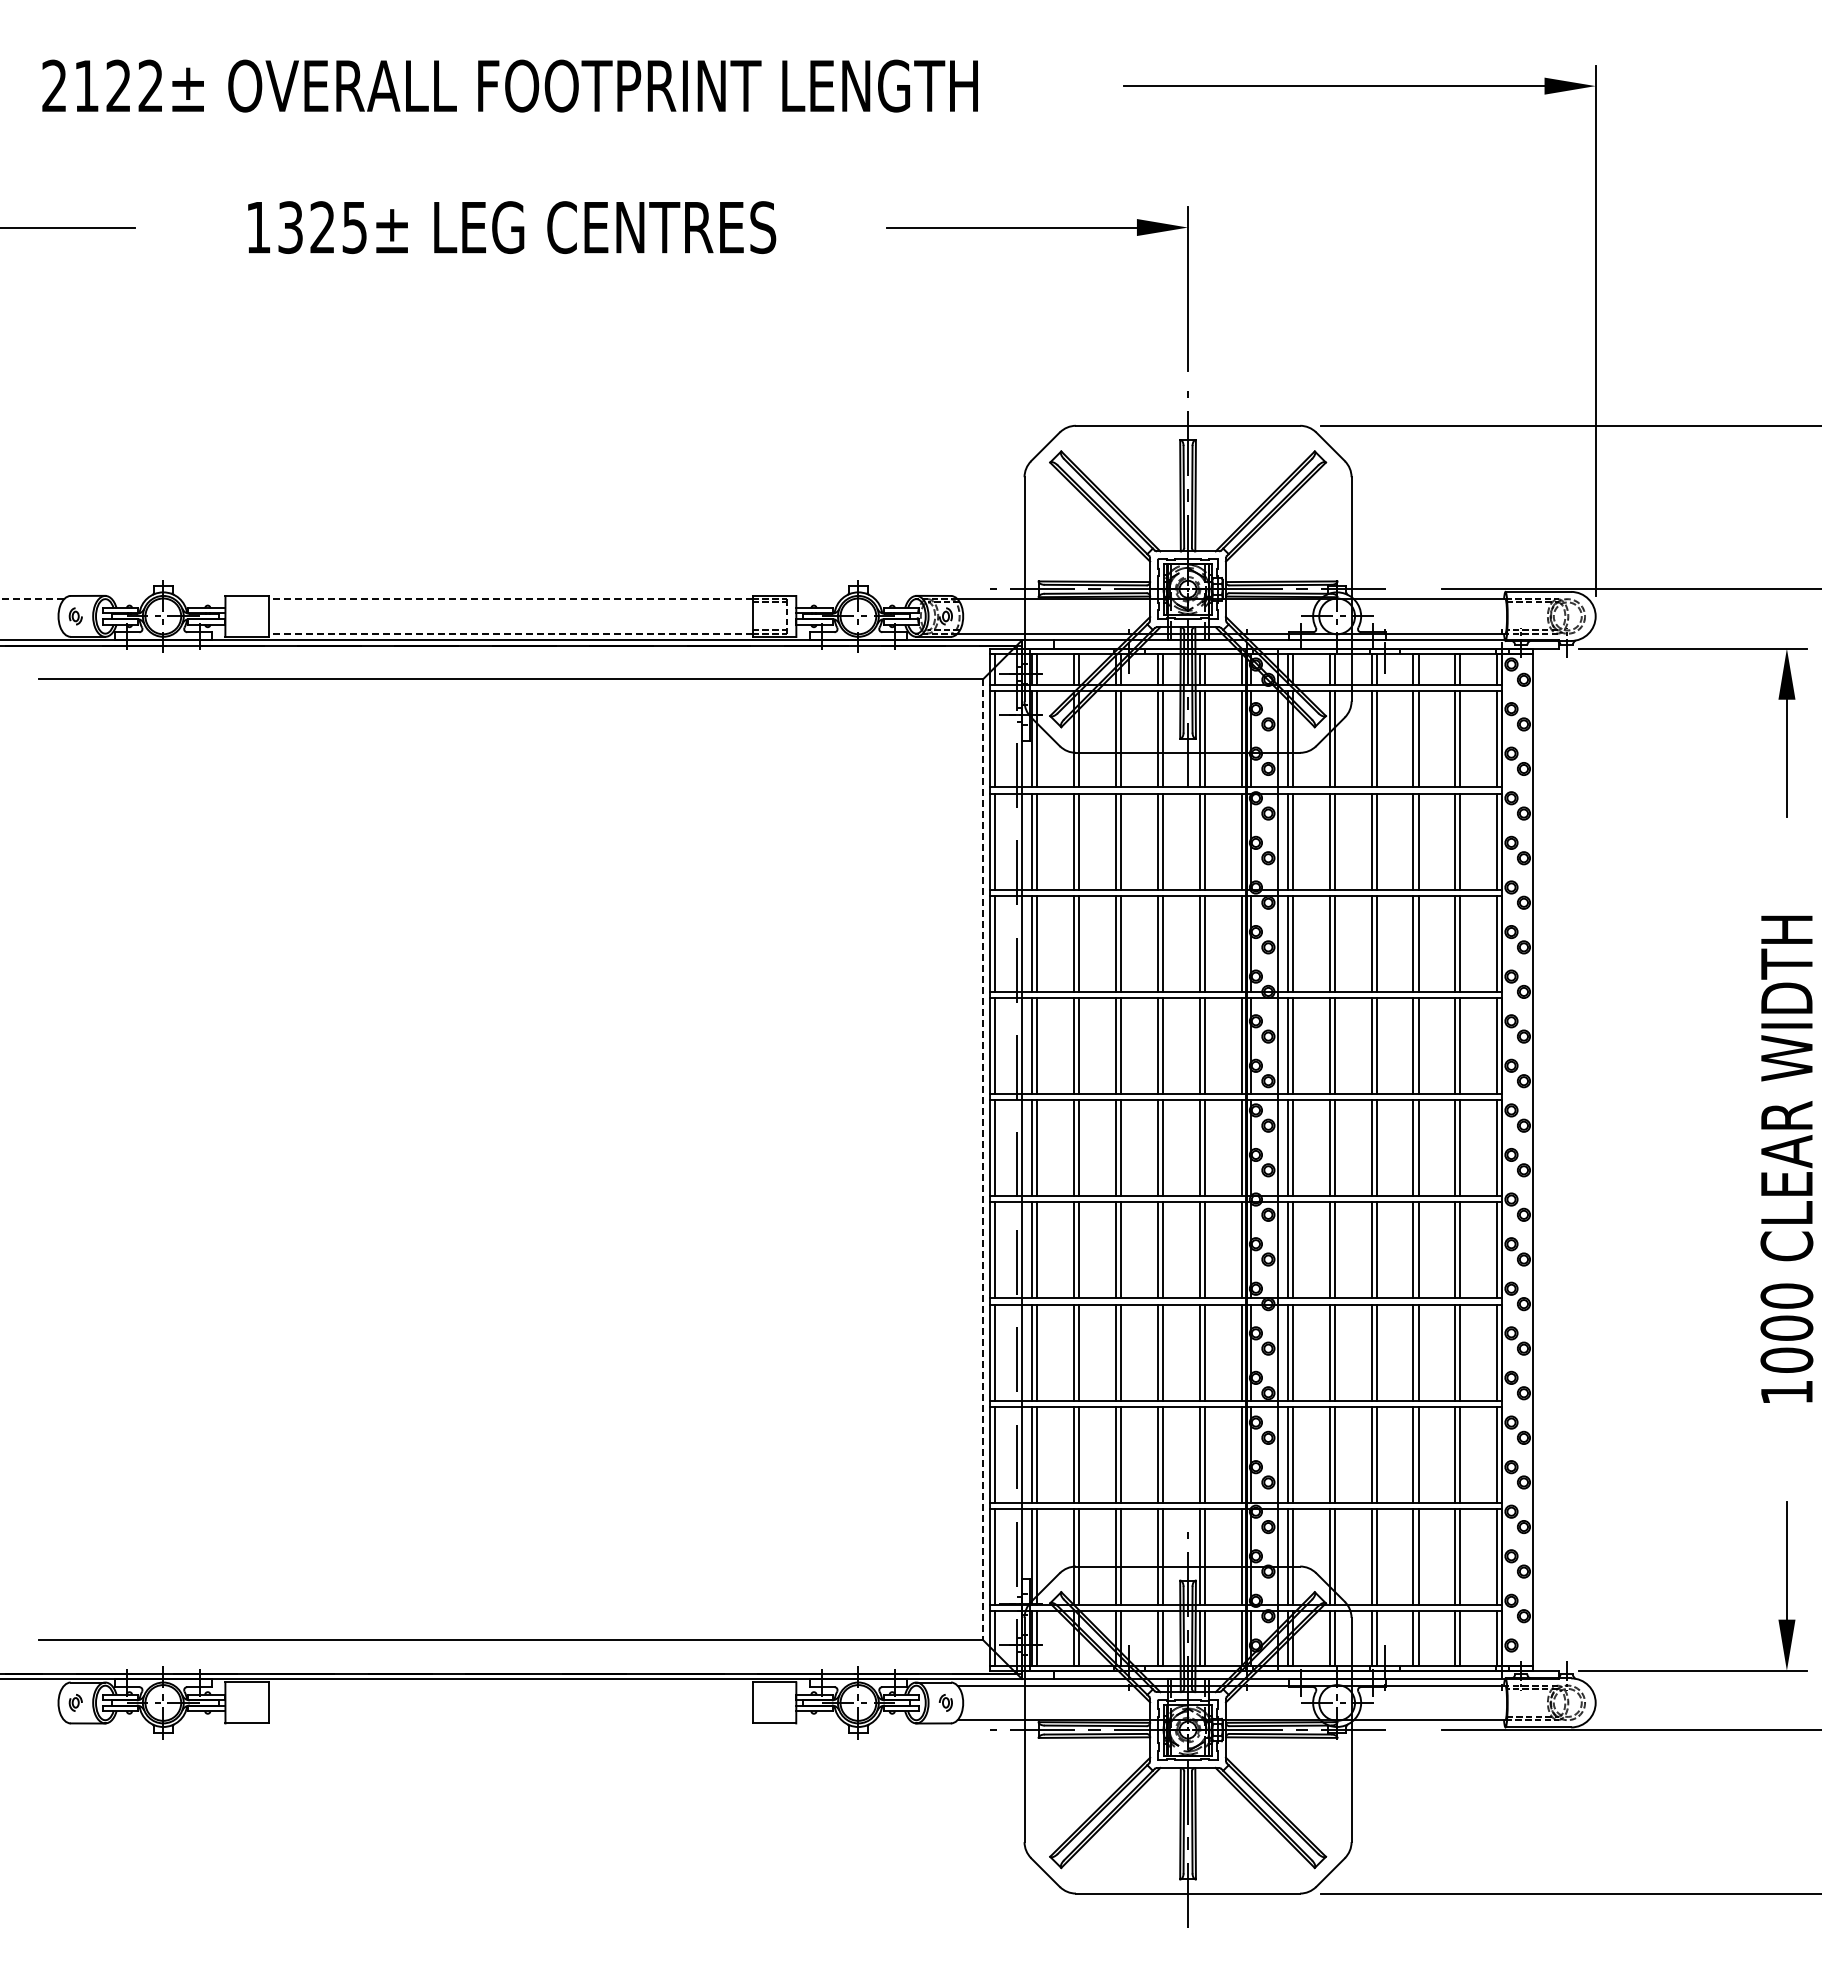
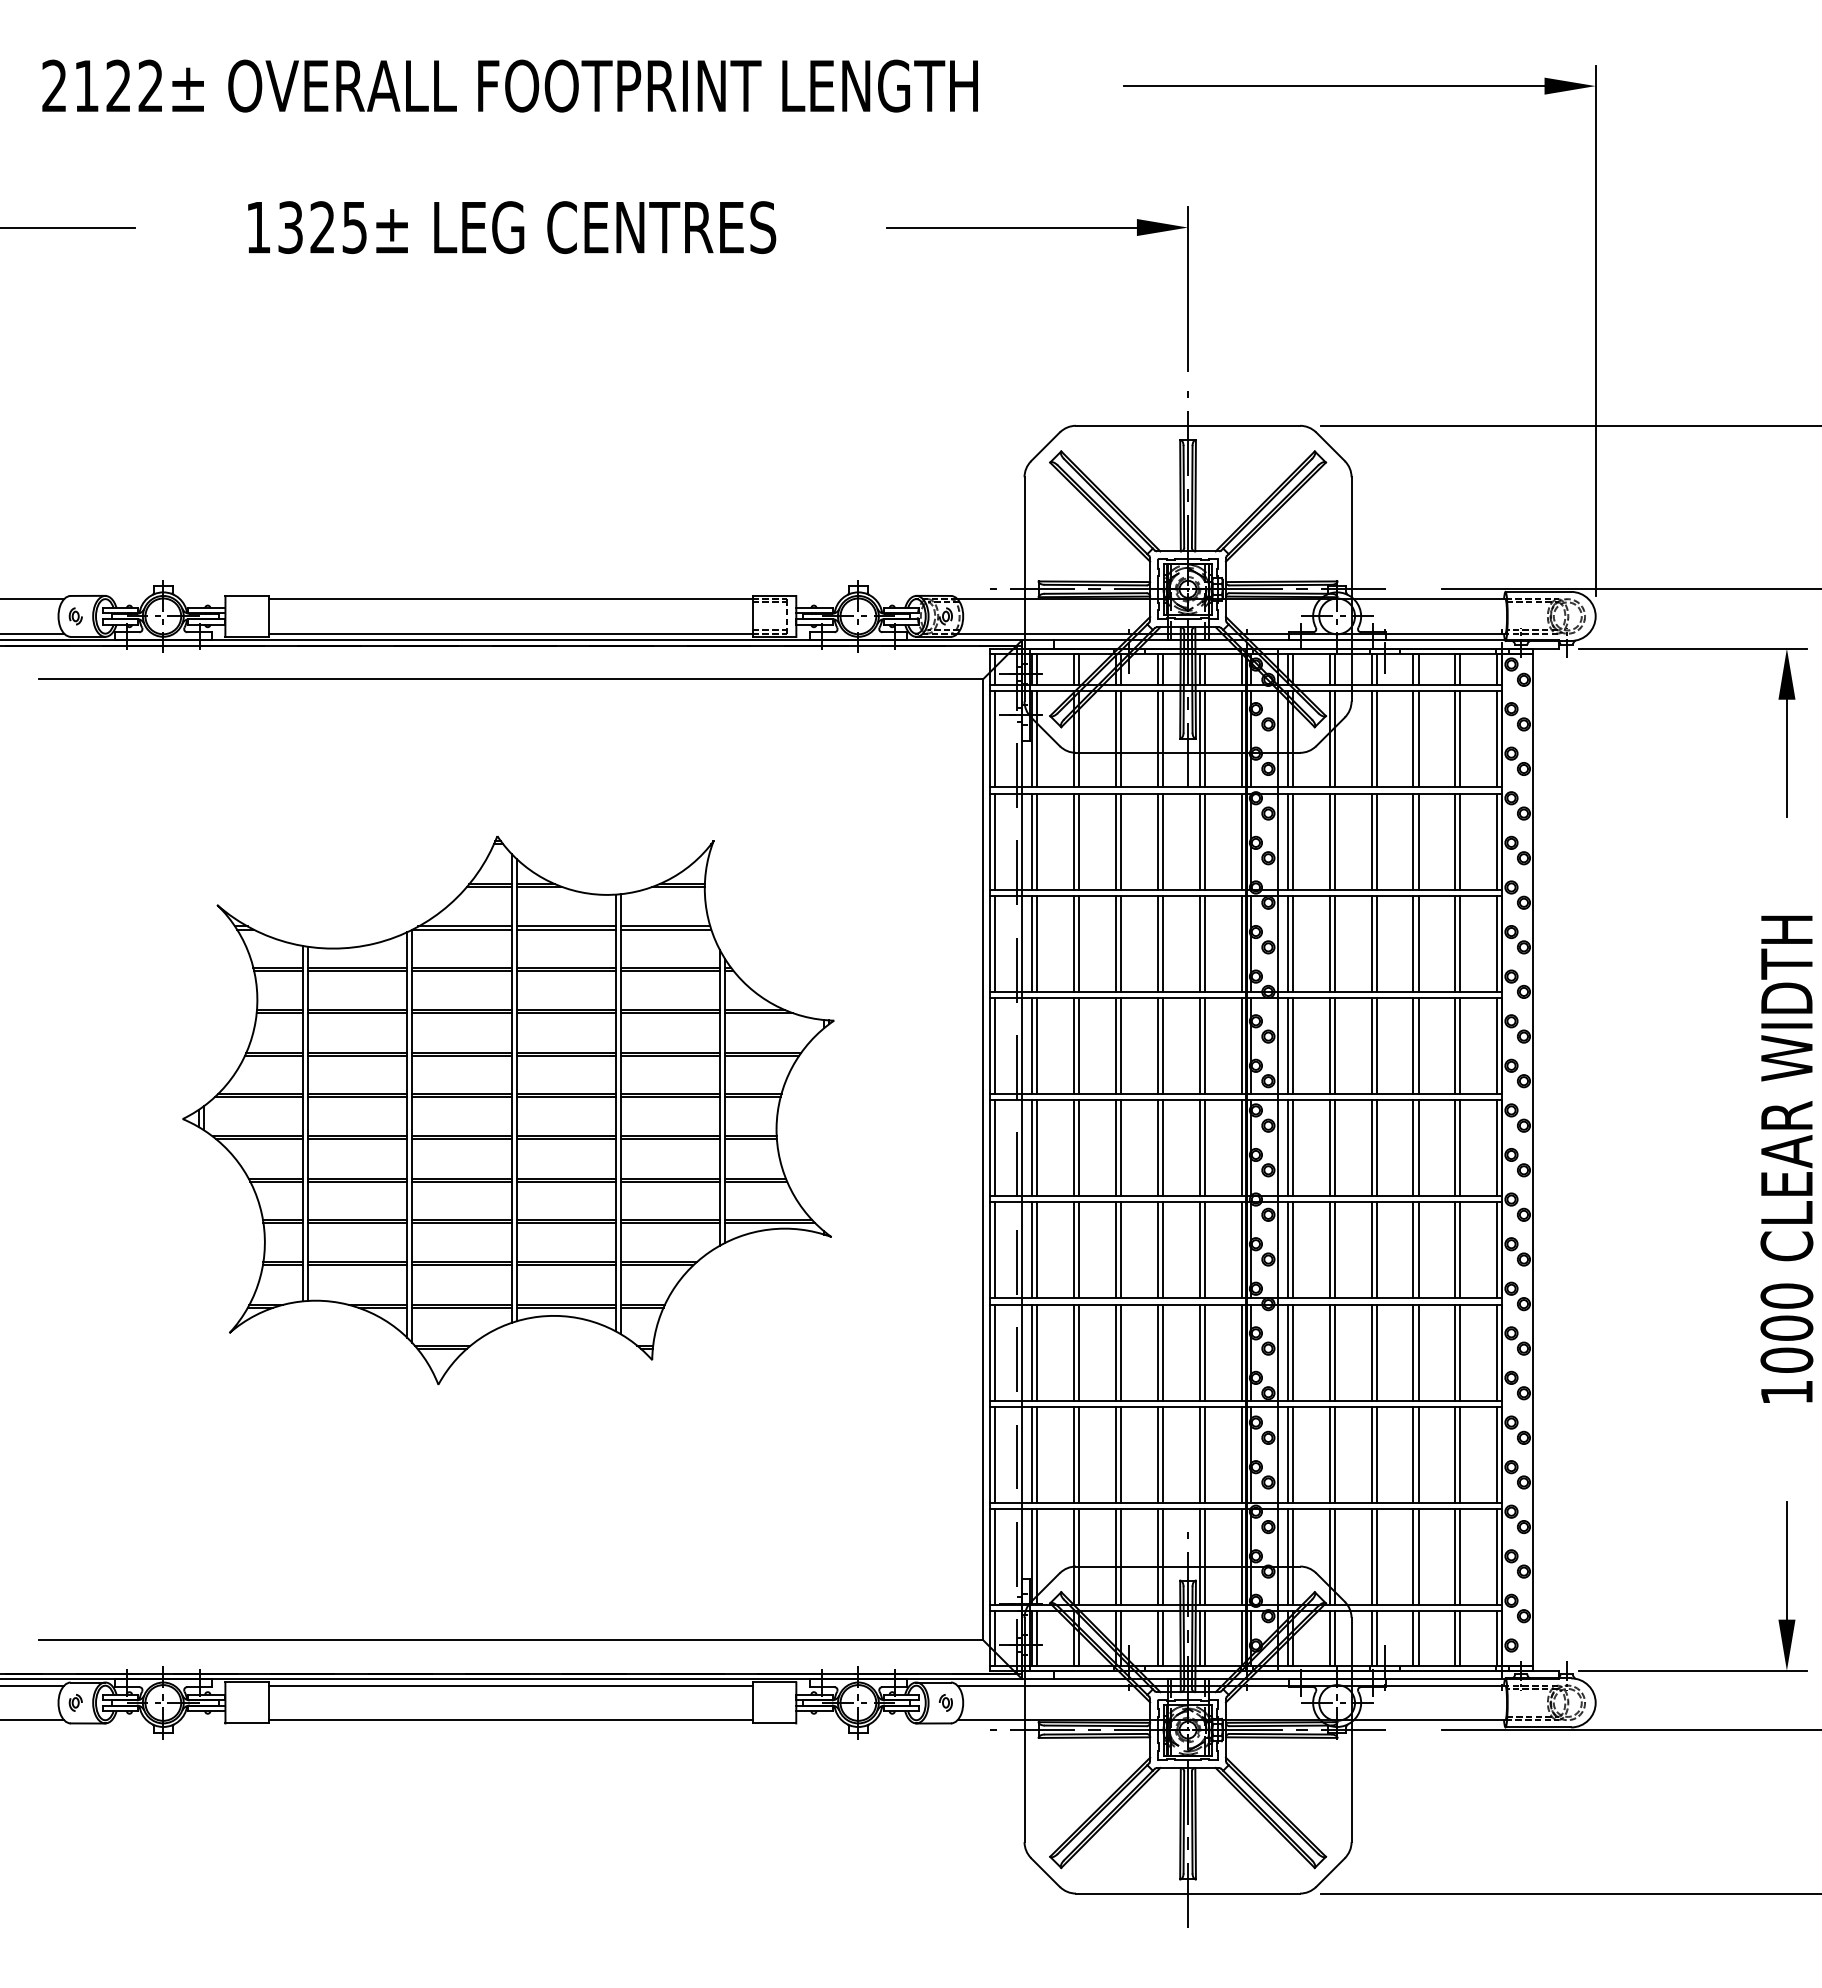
line at (32, 599): dashed -> solid
line at (510, 599): dashed -> solid
line at (33, 633): none -> present
line at (510, 633): dashed -> solid
part at (508, 1110): none -> present
line at (983, 1160): dashed -> solid
line at (33, 1685): none -> present
line at (510, 1685): none -> present
line at (33, 1720): none -> present
line at (510, 1720): none -> present
